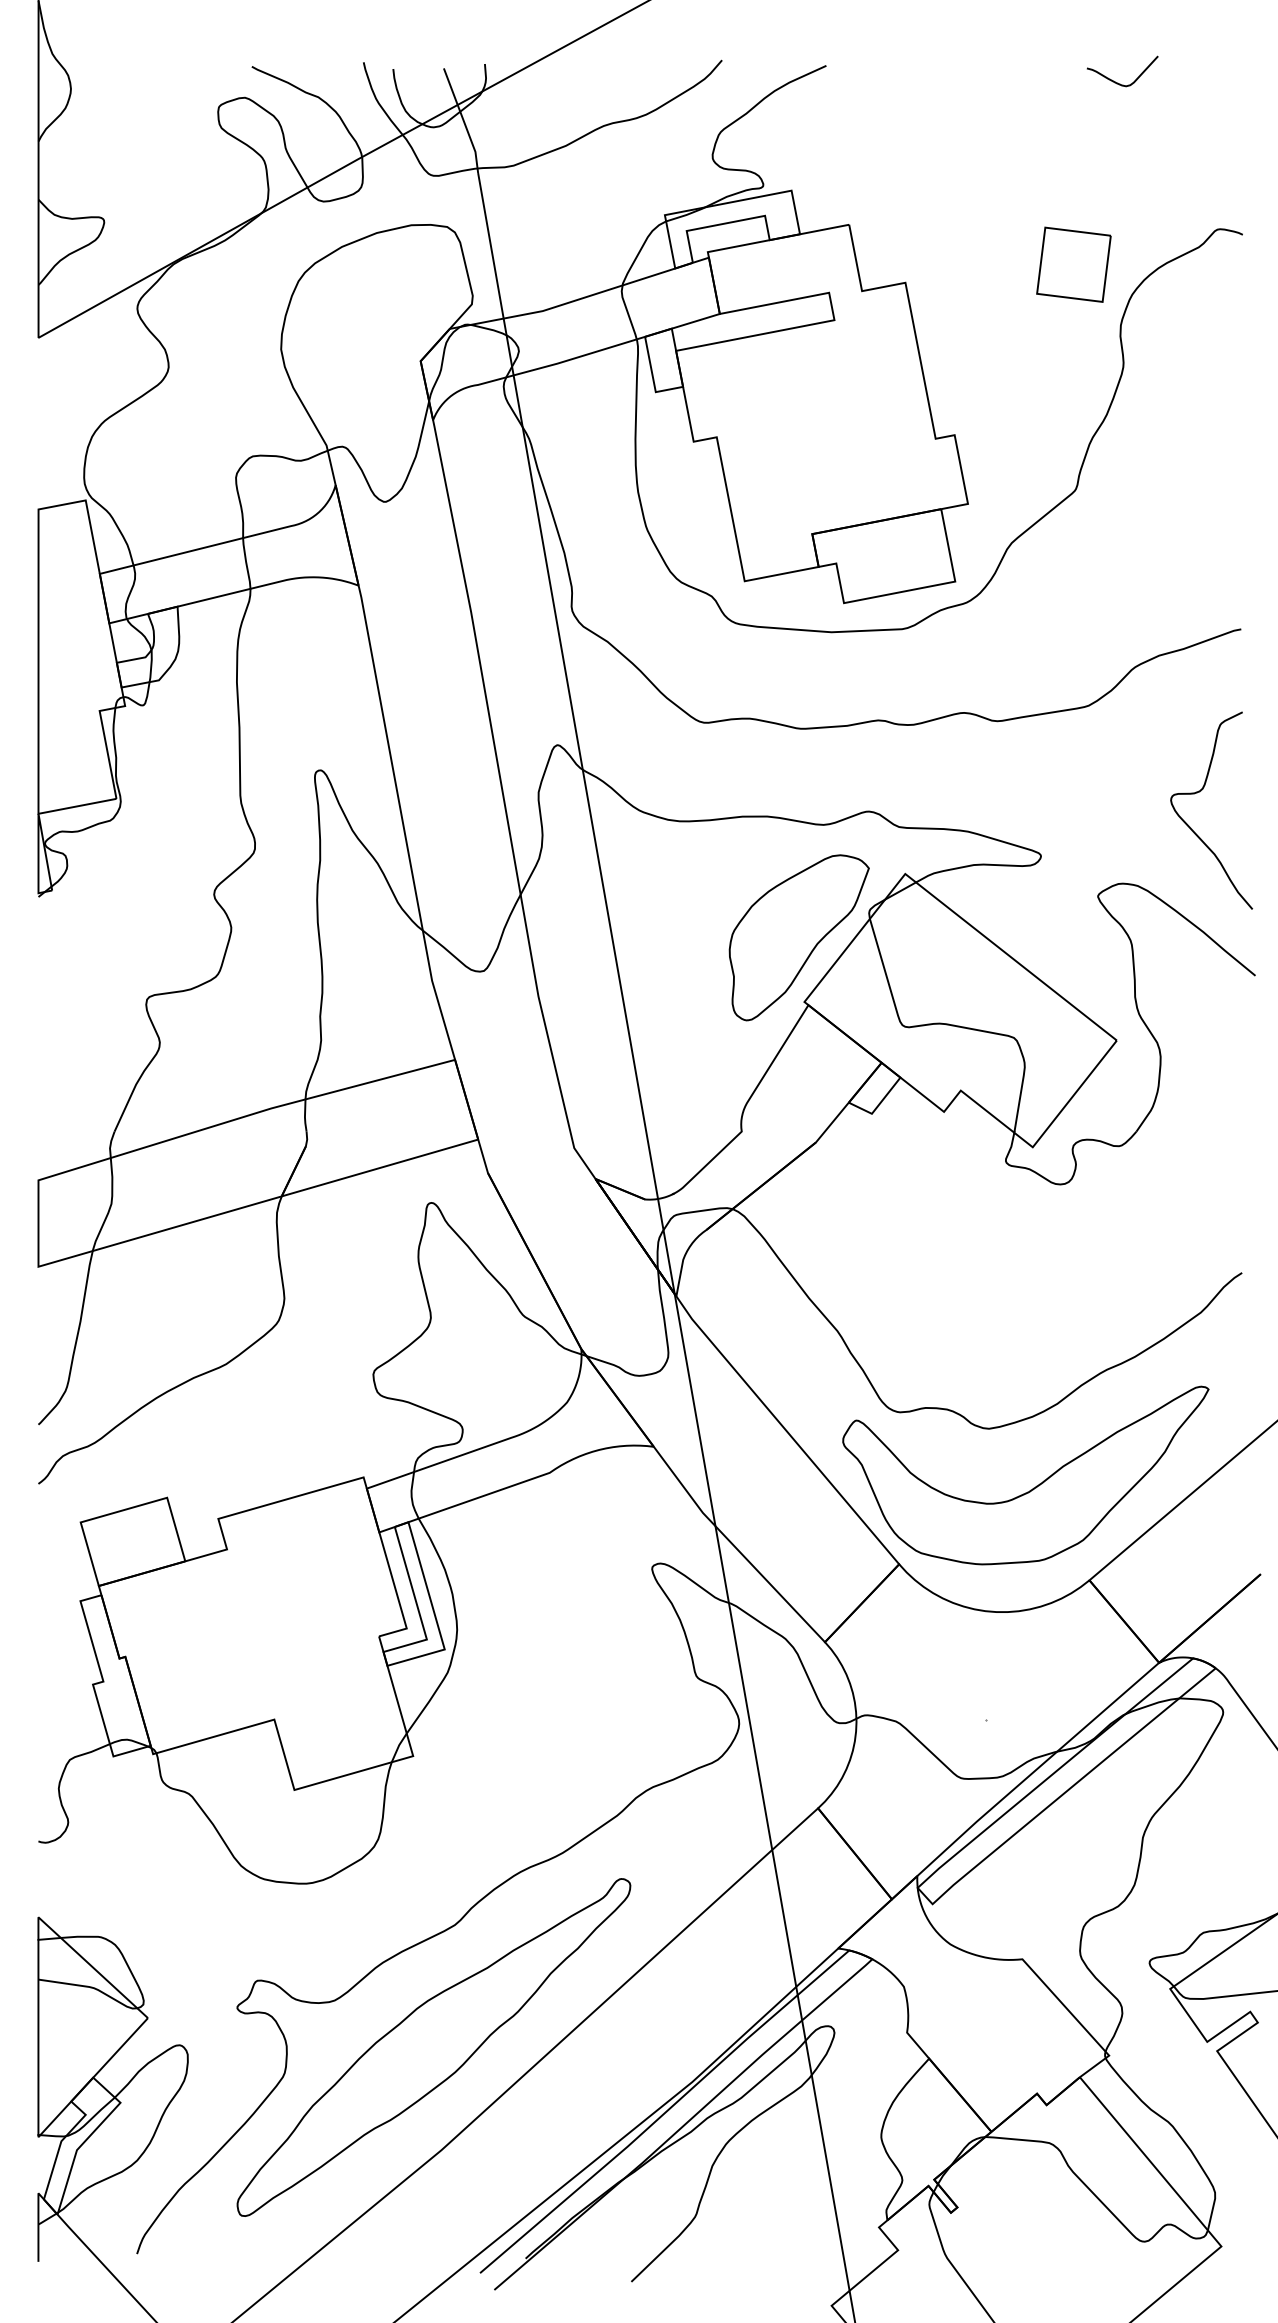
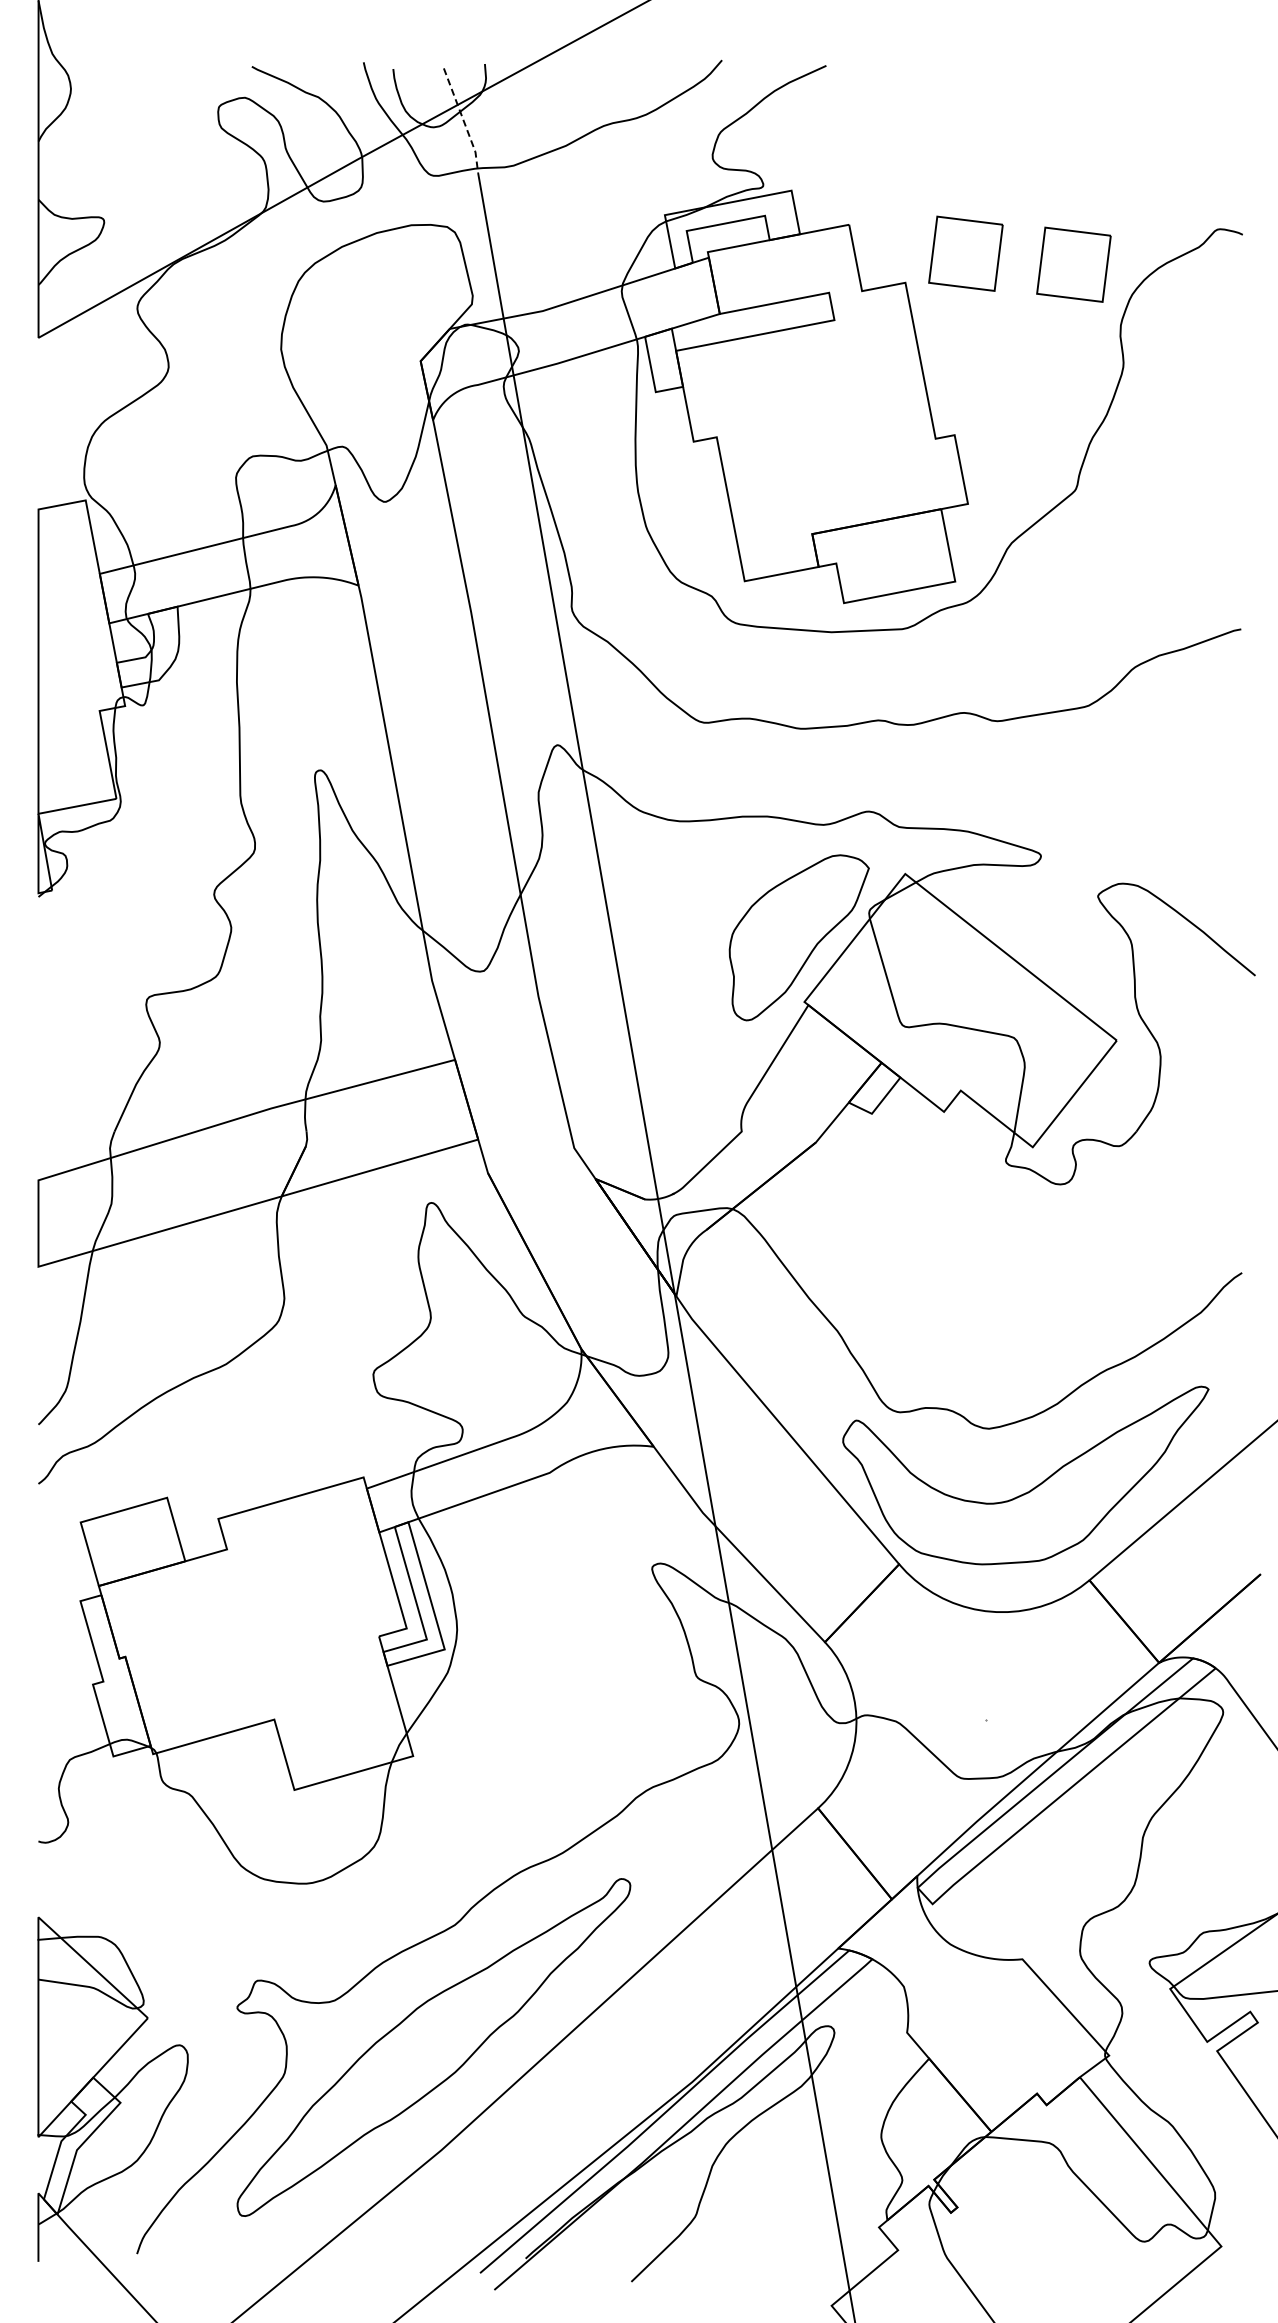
curve at (1117, 82): present -> none
line at (463, 121): solid -> dashed
part at (965, 253): none -> present
curve at (1201, 791): present -> none
